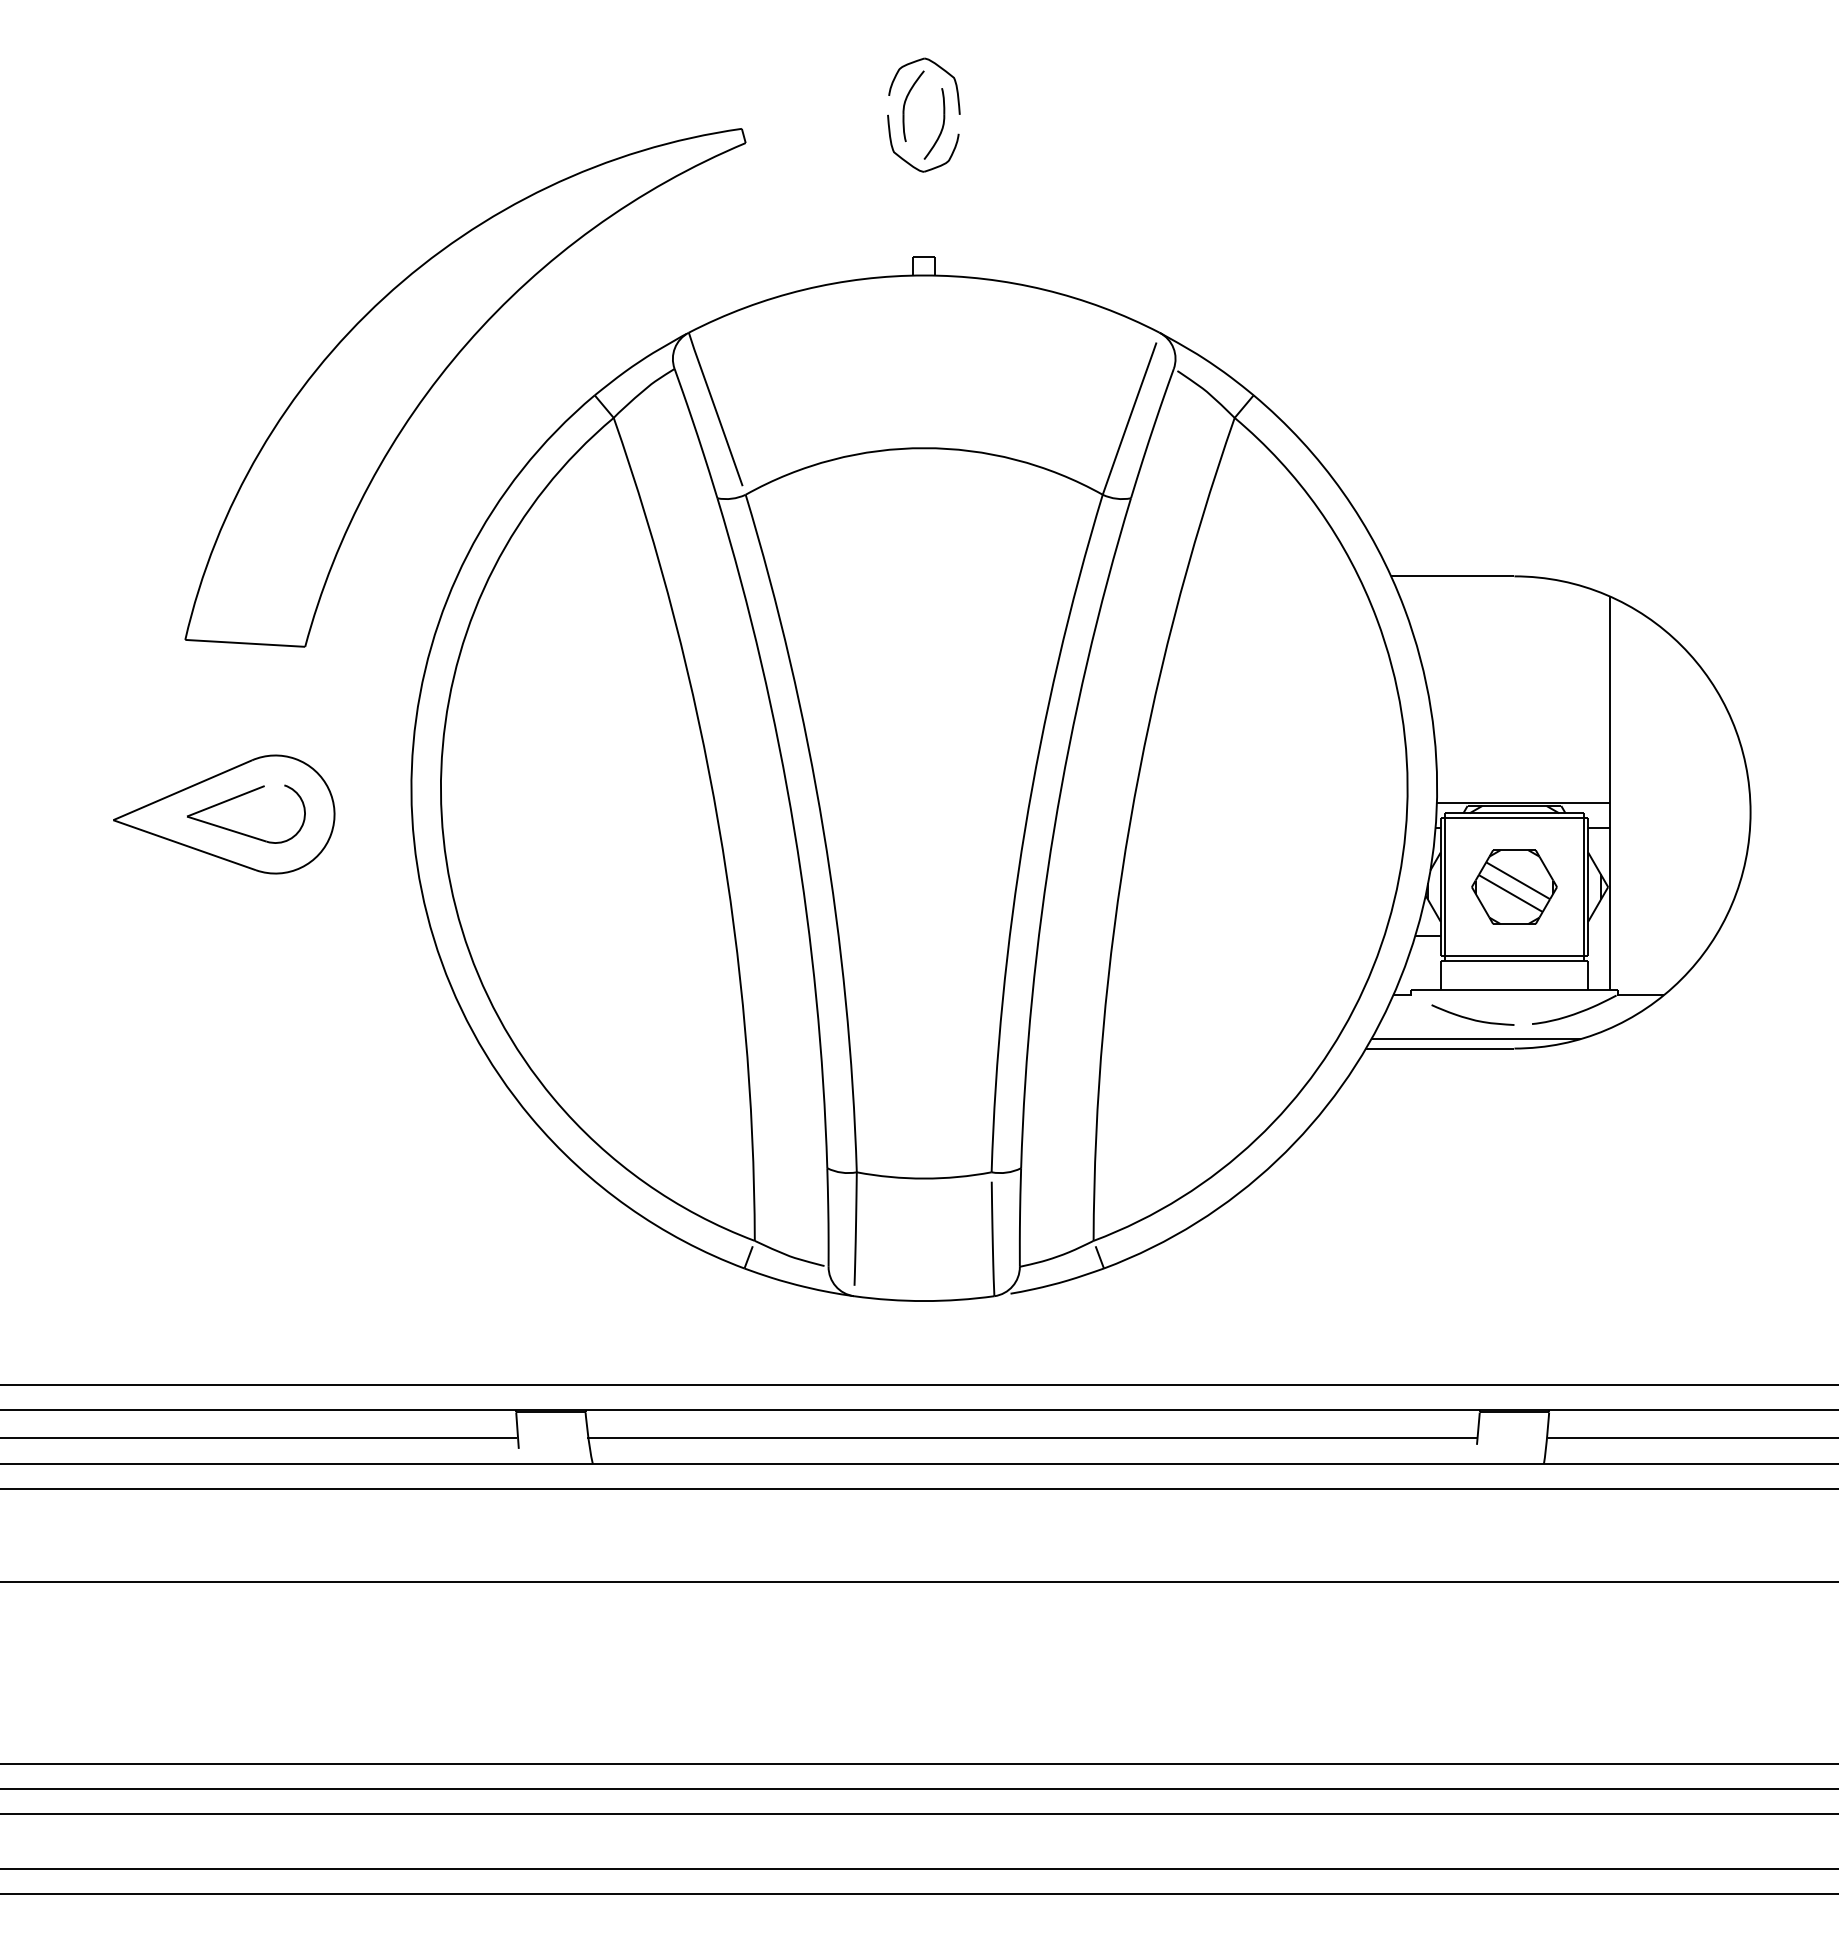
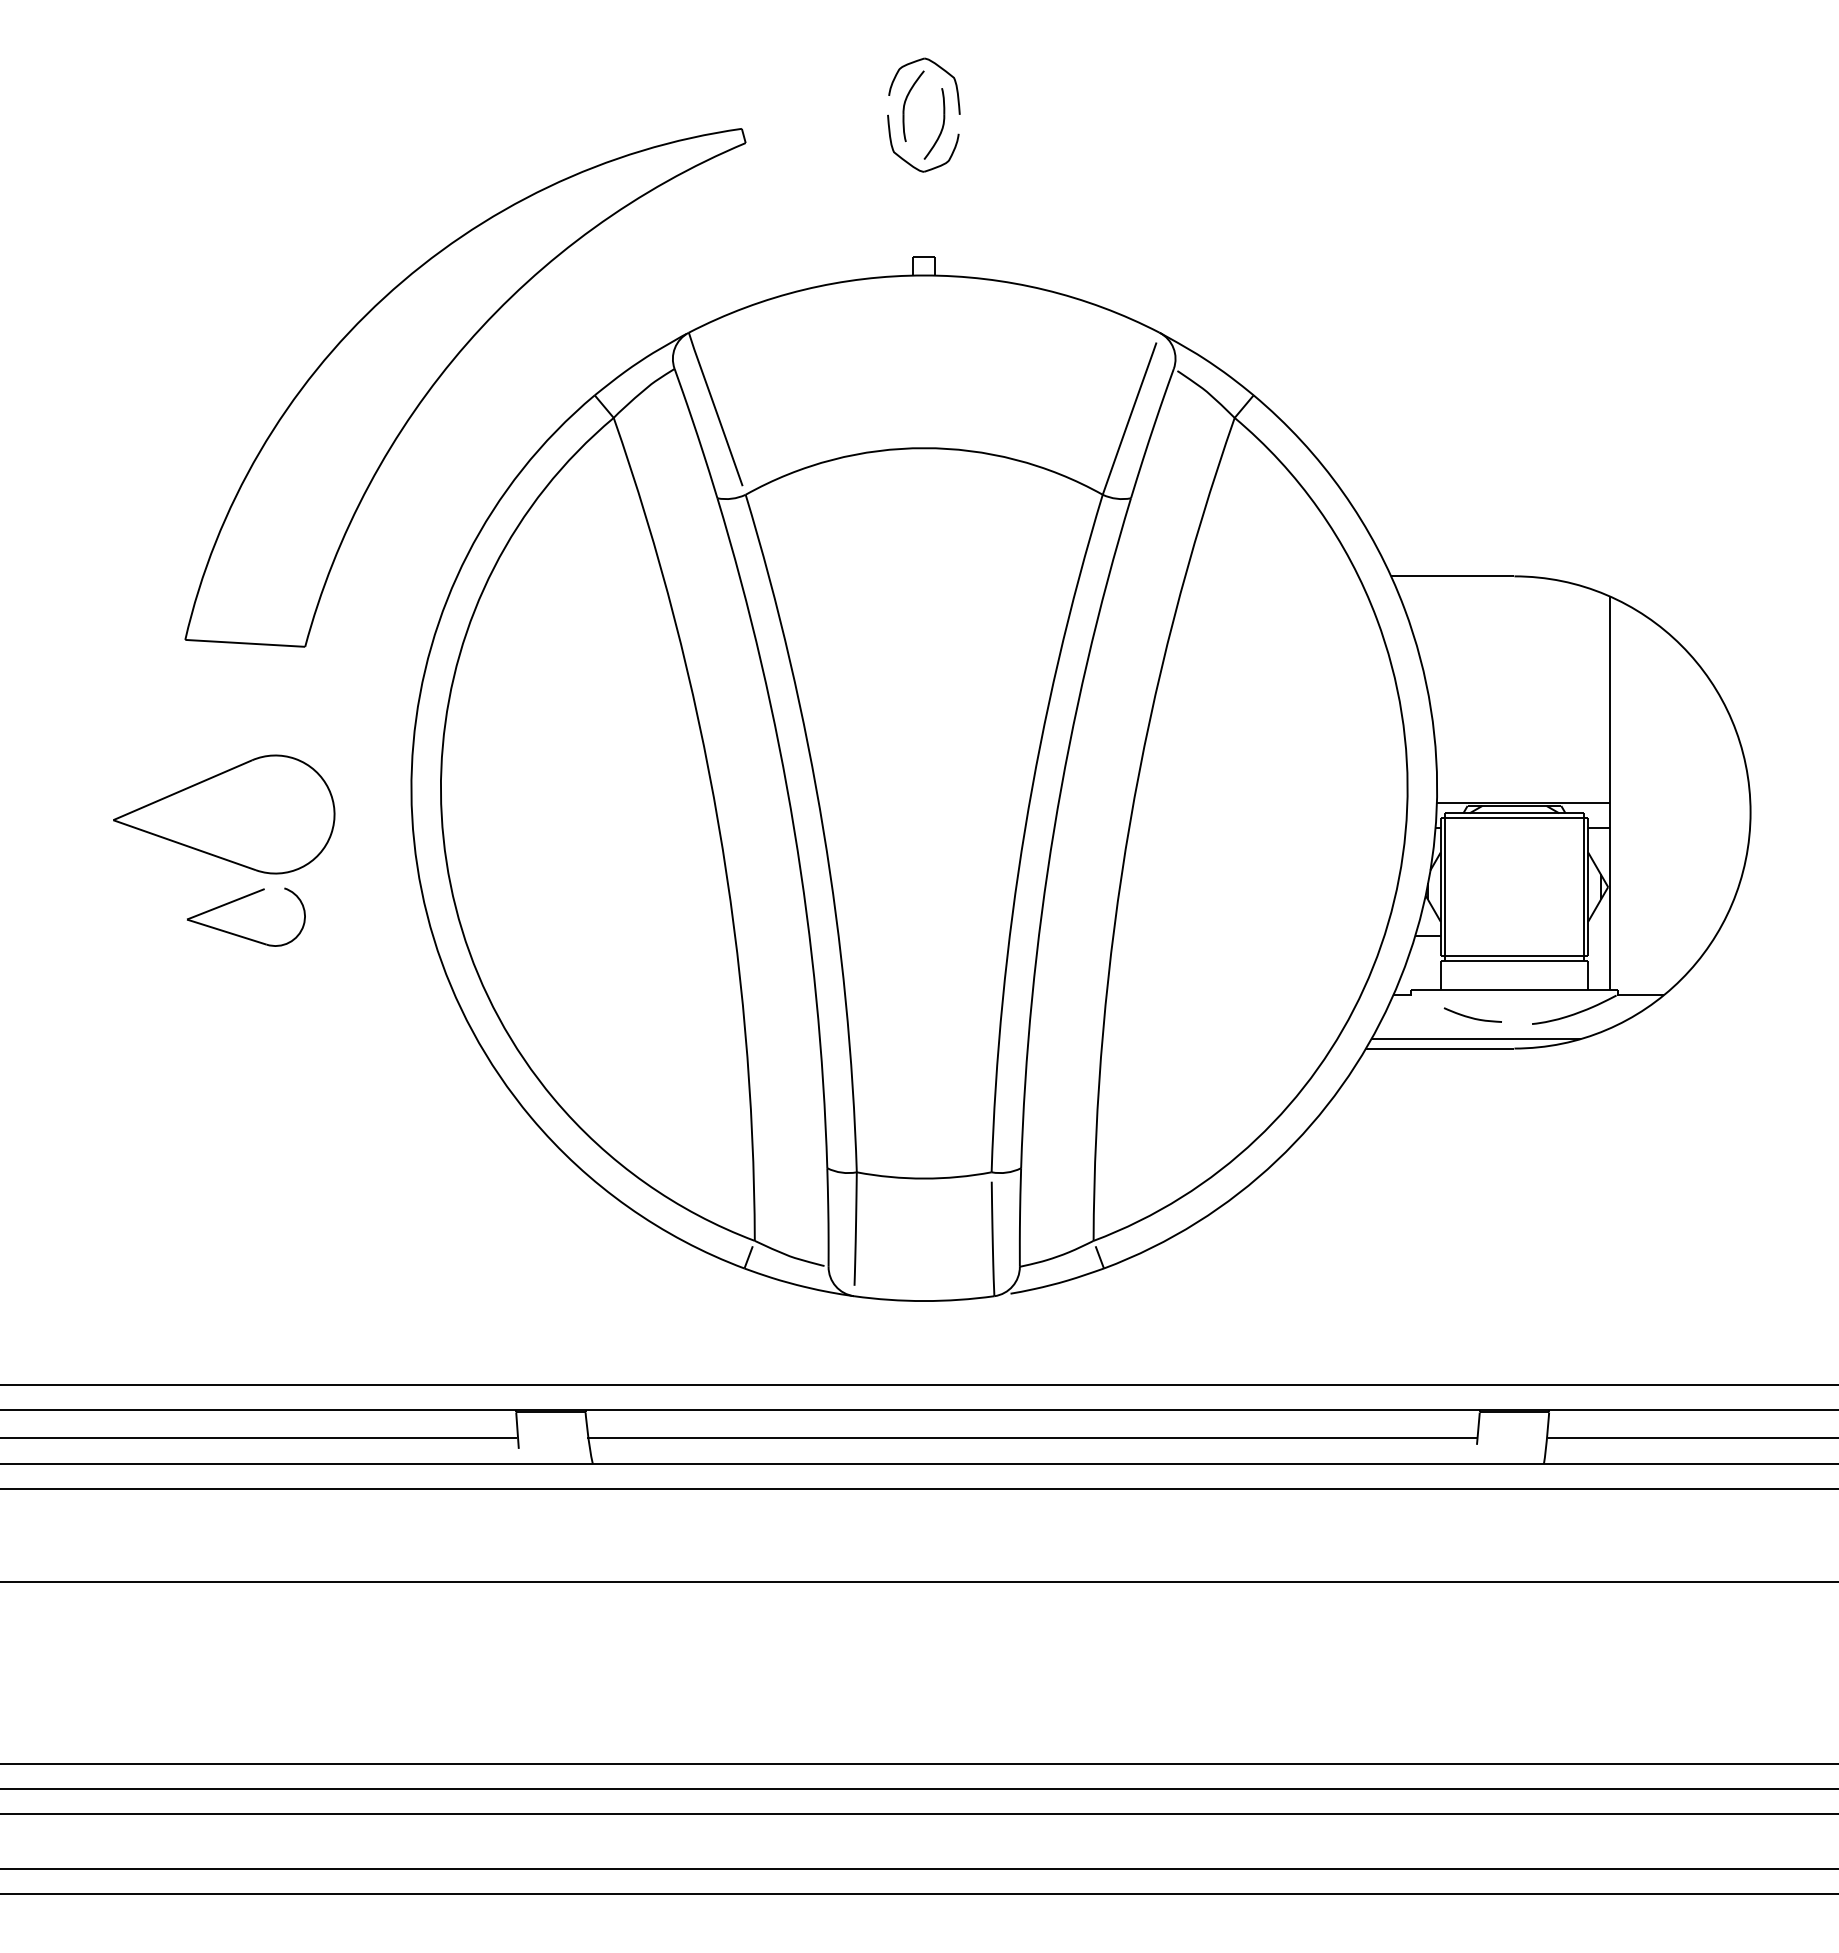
part at (241, 796) position: (241, 796) -> (241, 899)
part at (1514, 886): present -> none
part at (1472, 1014) size: 84x22 px -> 59x16 px
